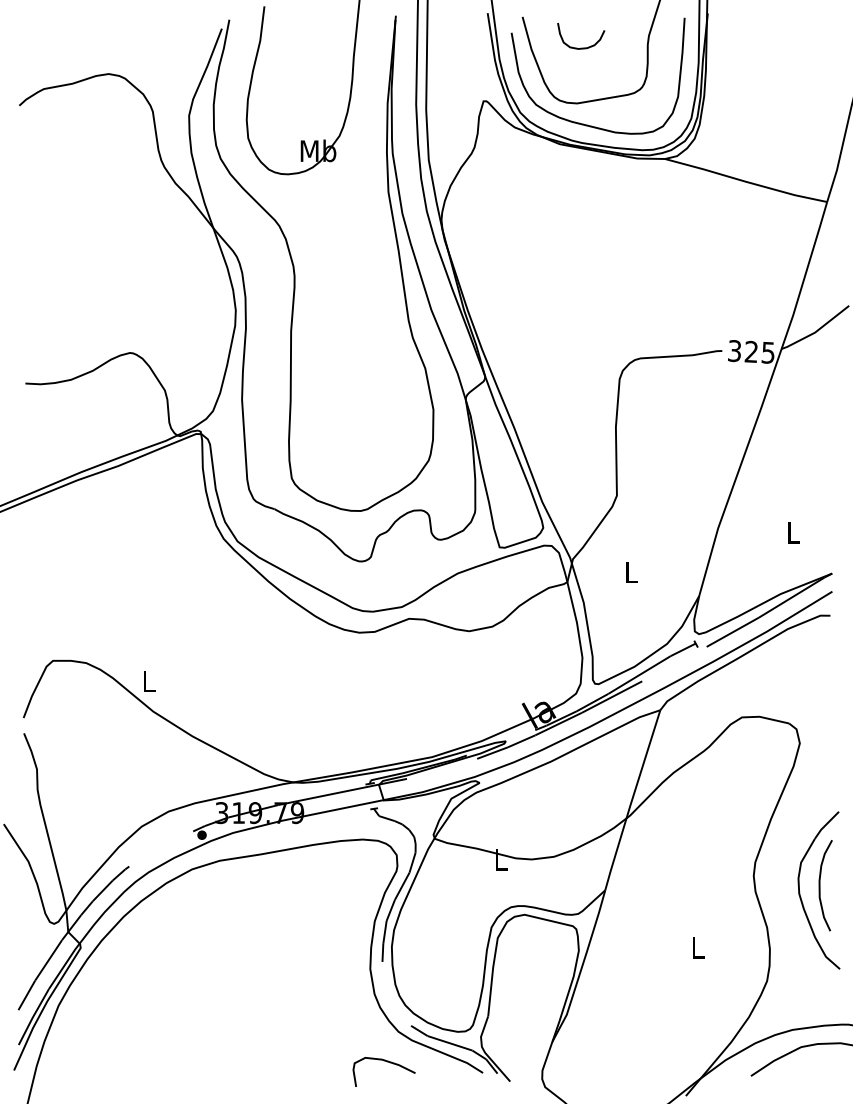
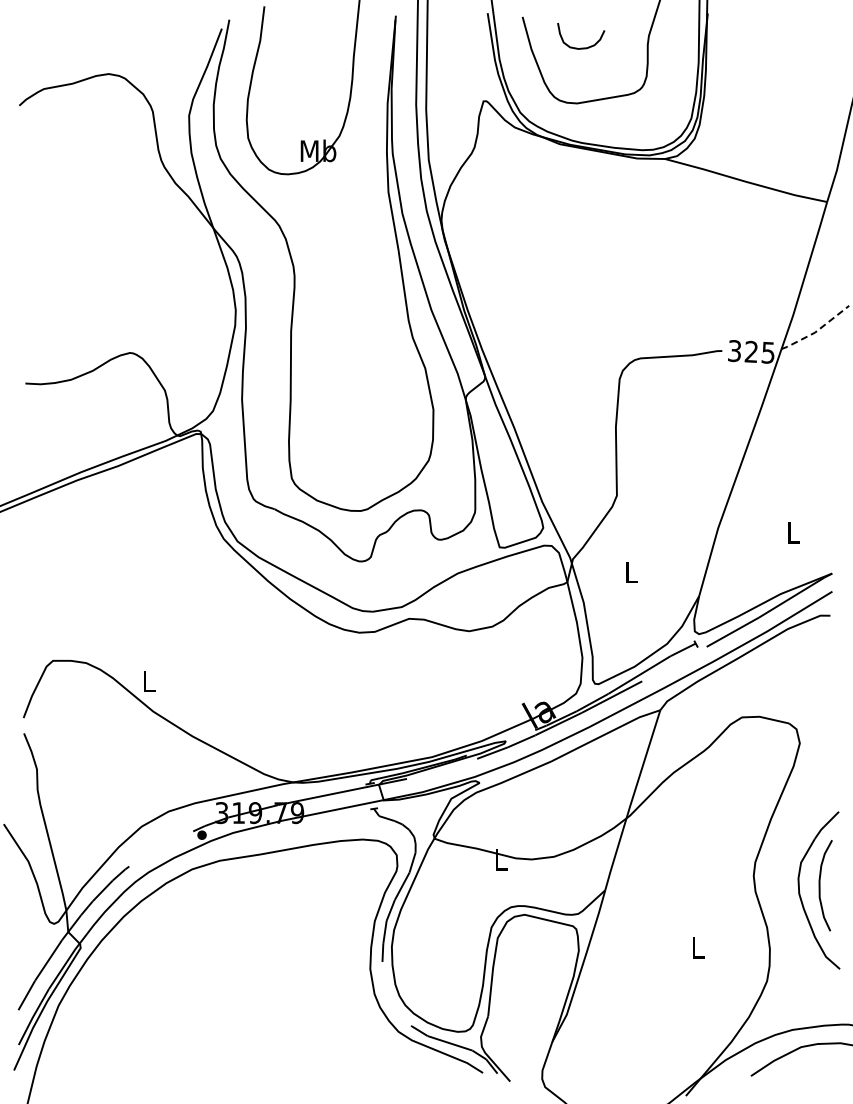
curve at (583, 123): present -> none
line at (816, 331): solid -> dashed
curve at (387, 1062): present -> none
